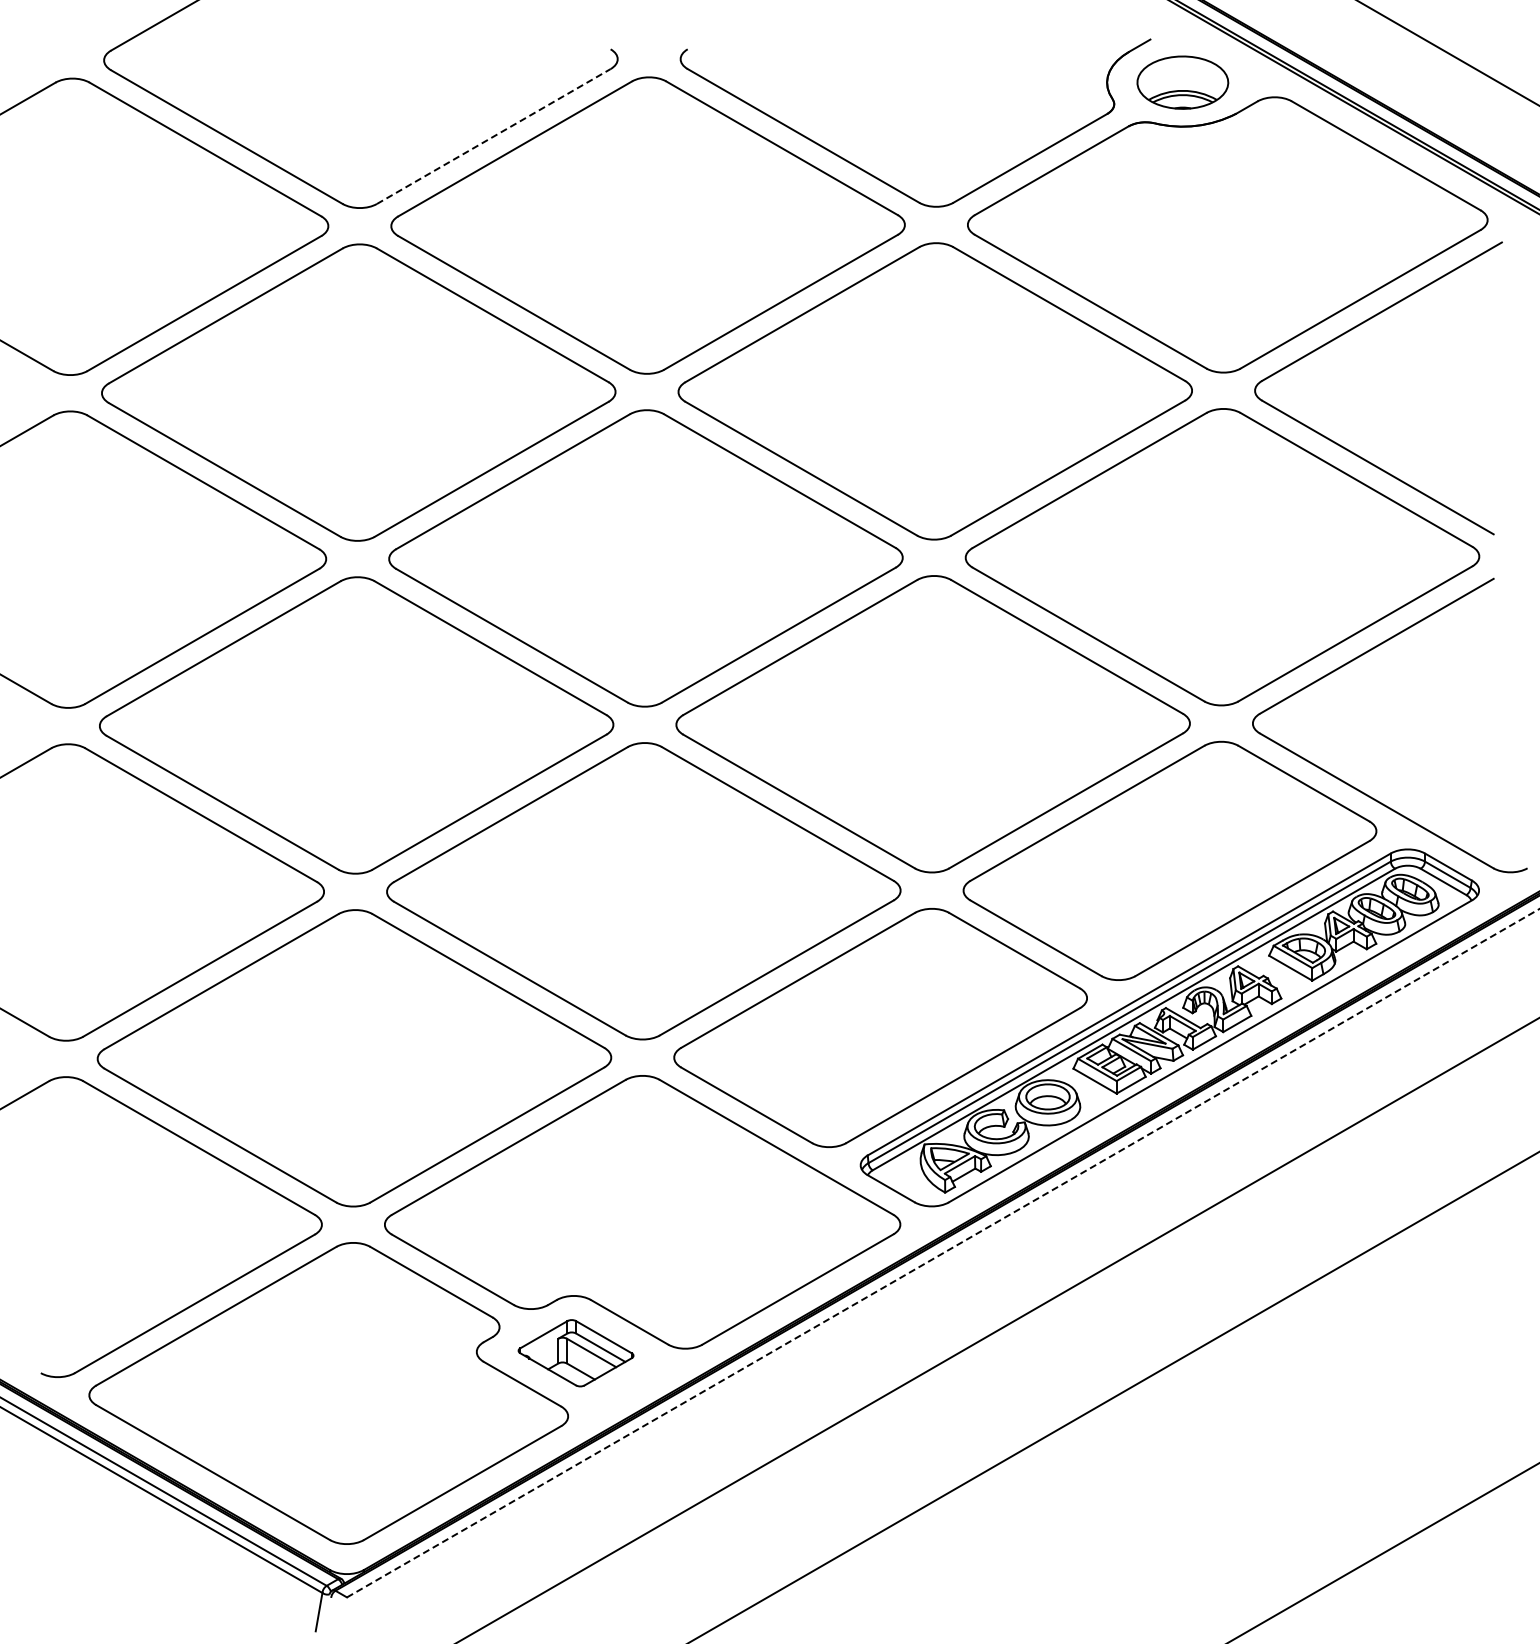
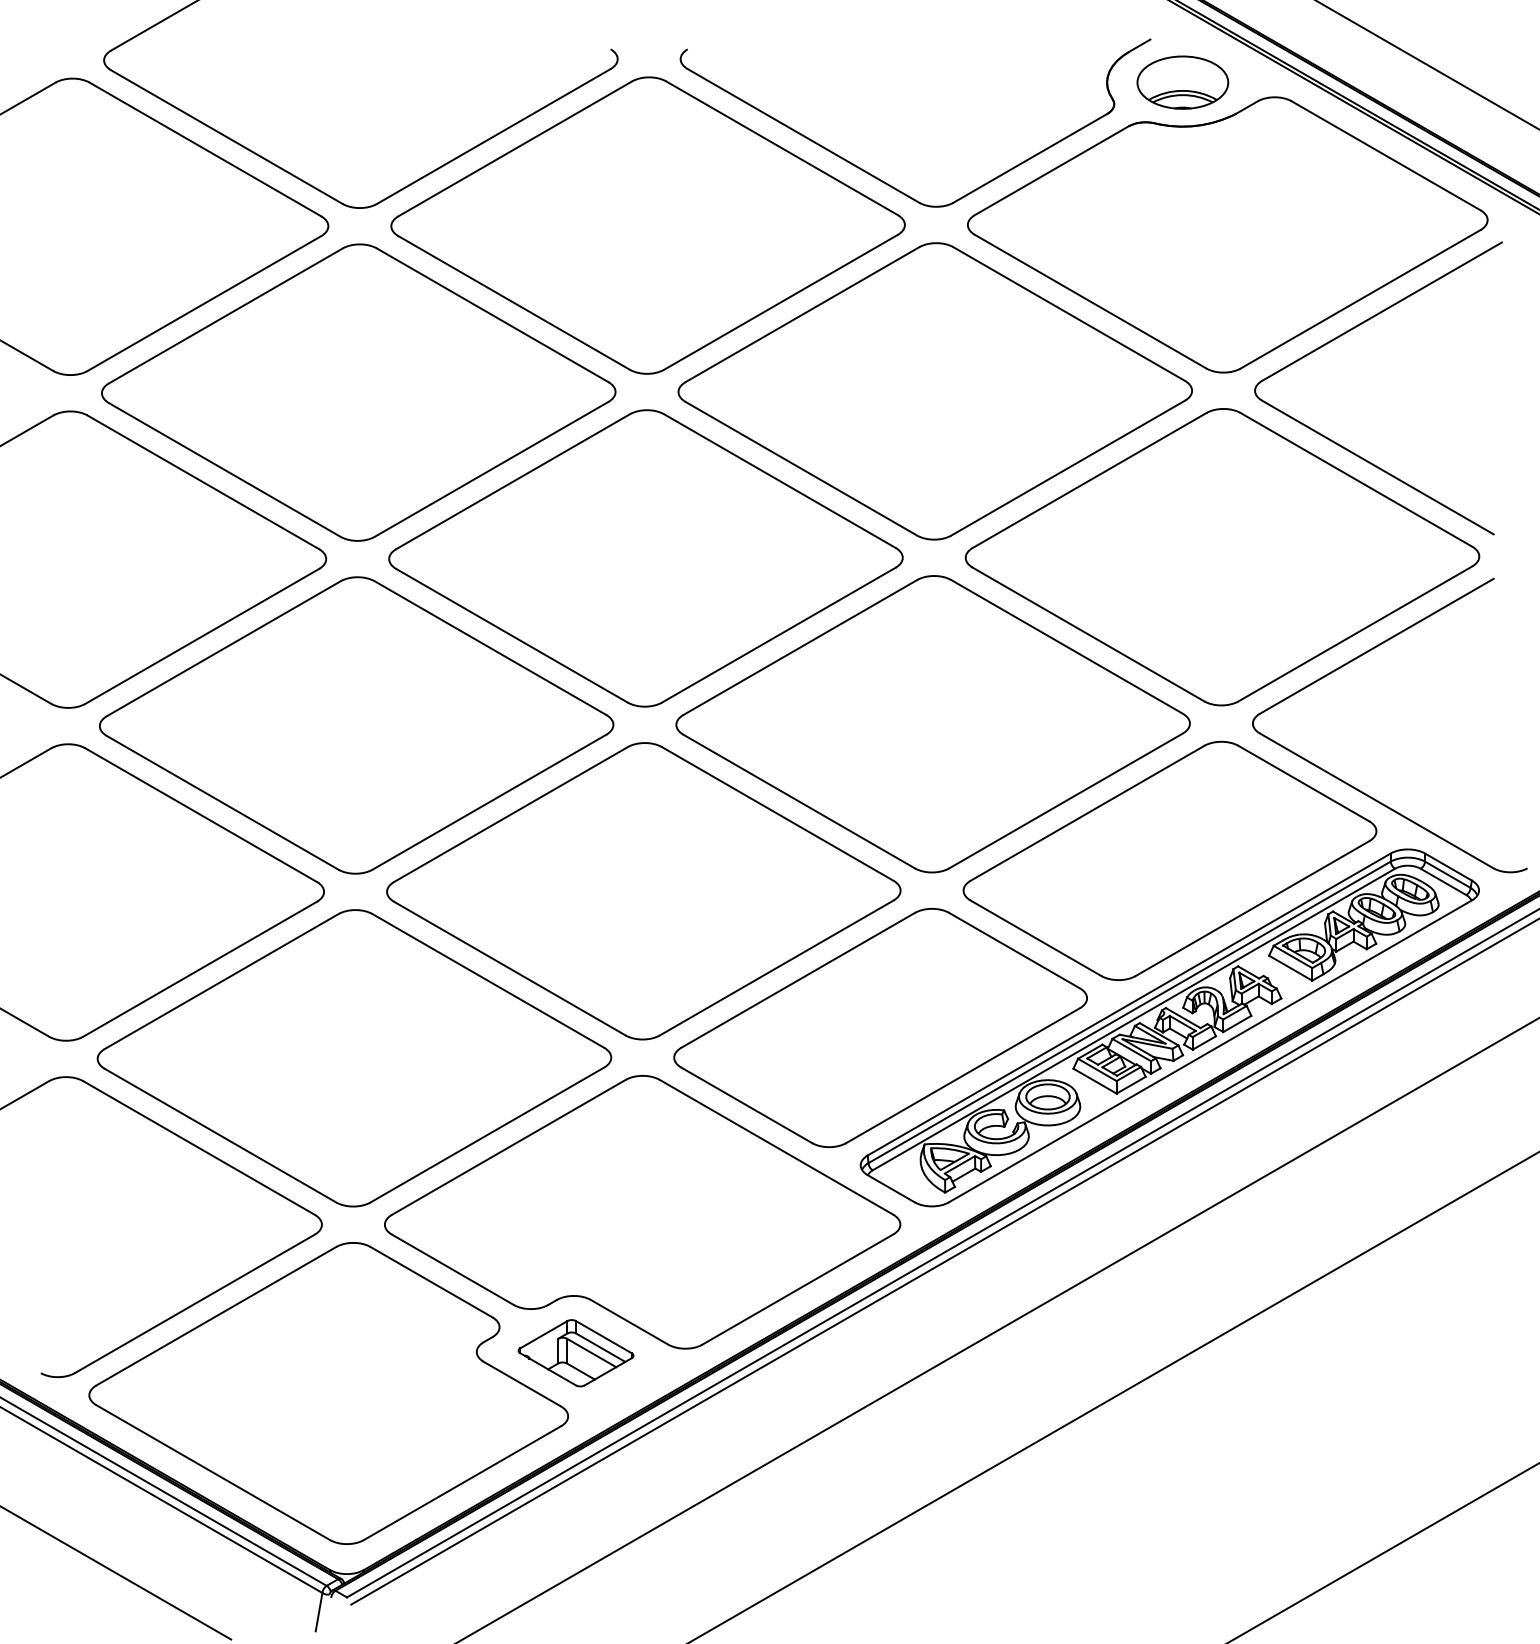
line at (1447, 53) position: (1447, 53) -> (1427, 65)
line at (493, 136): dashed -> solid
line at (943, 1253): dashed -> solid
line at (943, 1262): none -> present
line at (116, 1573): none -> present
